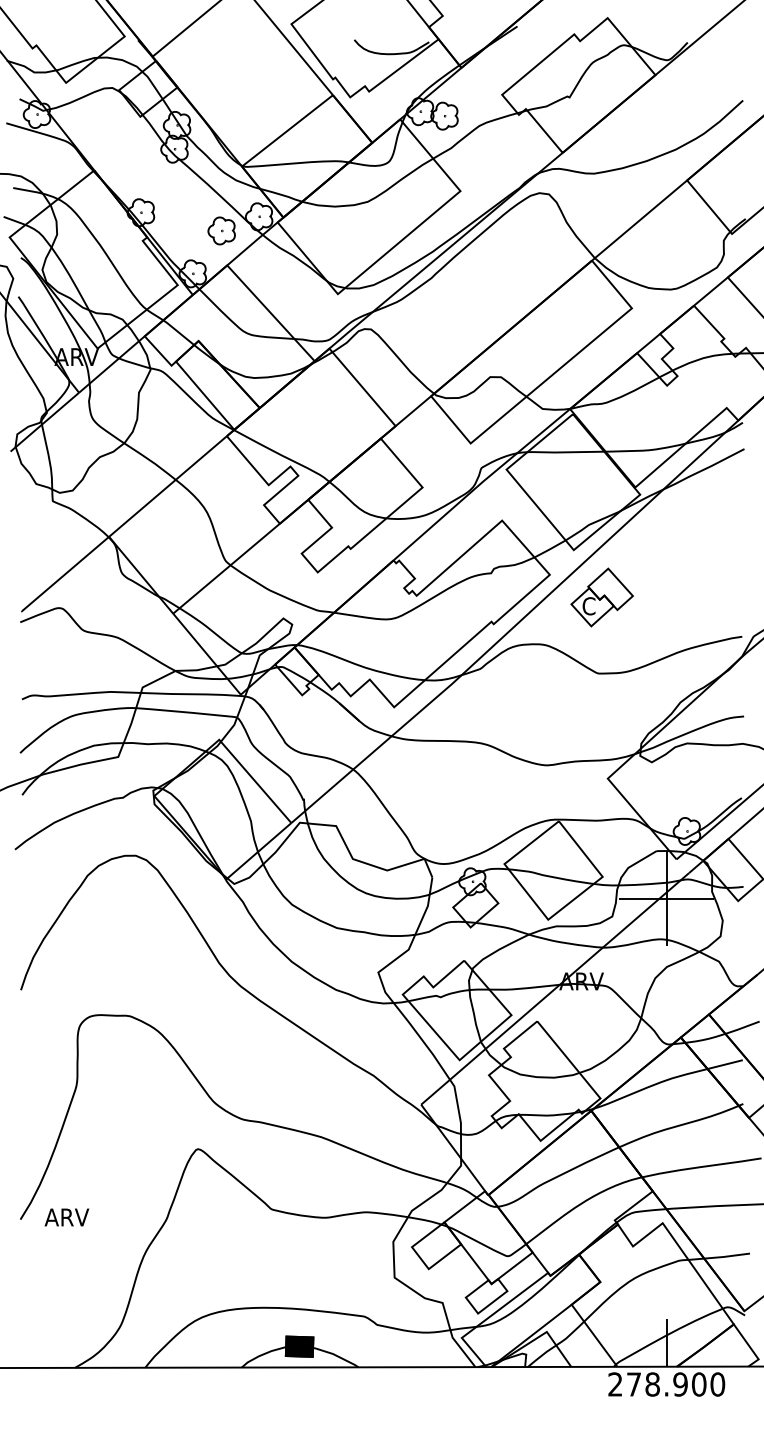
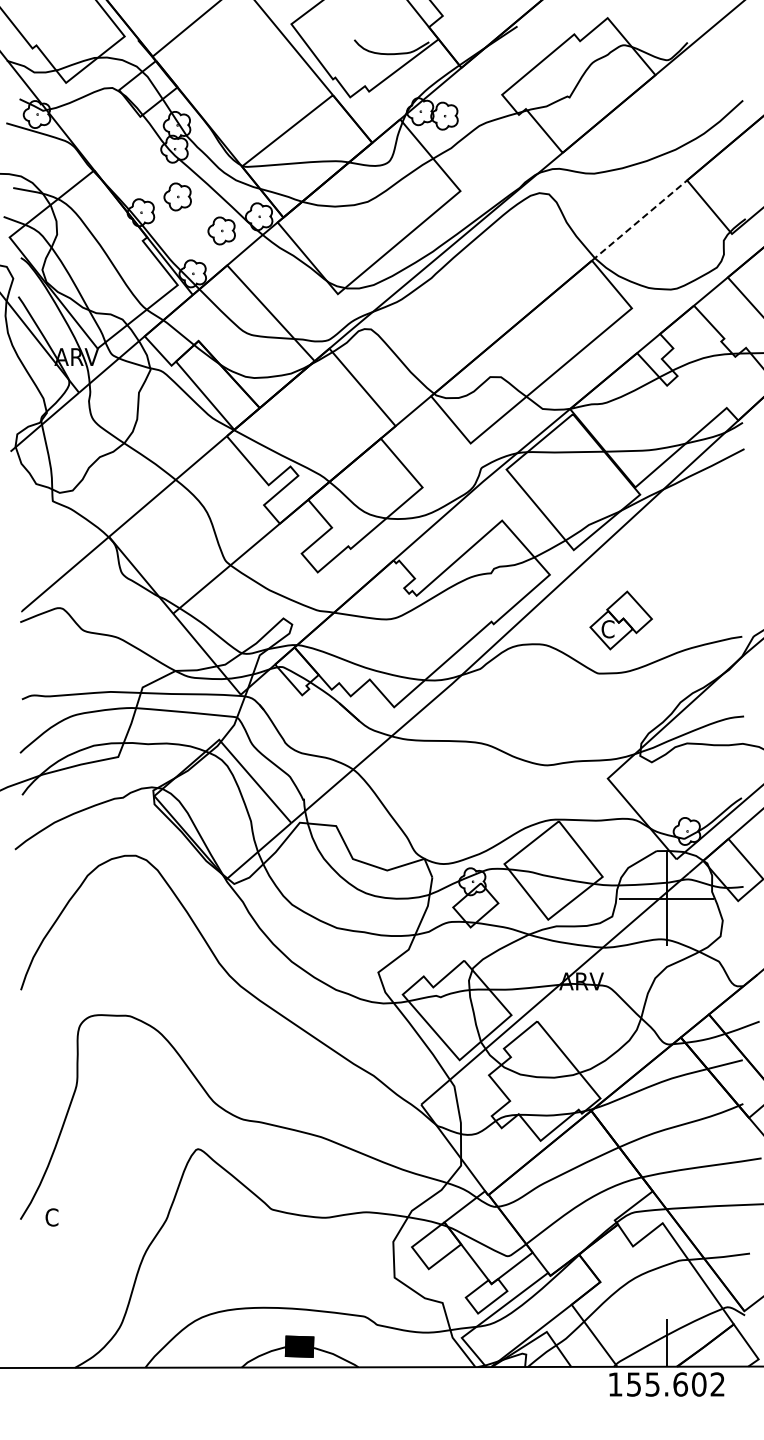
part at (177, 196): none -> present
line at (639, 220): solid -> dashed
part at (601, 597) position: (601, 597) -> (620, 620)
text at (66, 1217): ARV -> C
text at (666, 1384): 278.900 -> 155.602
